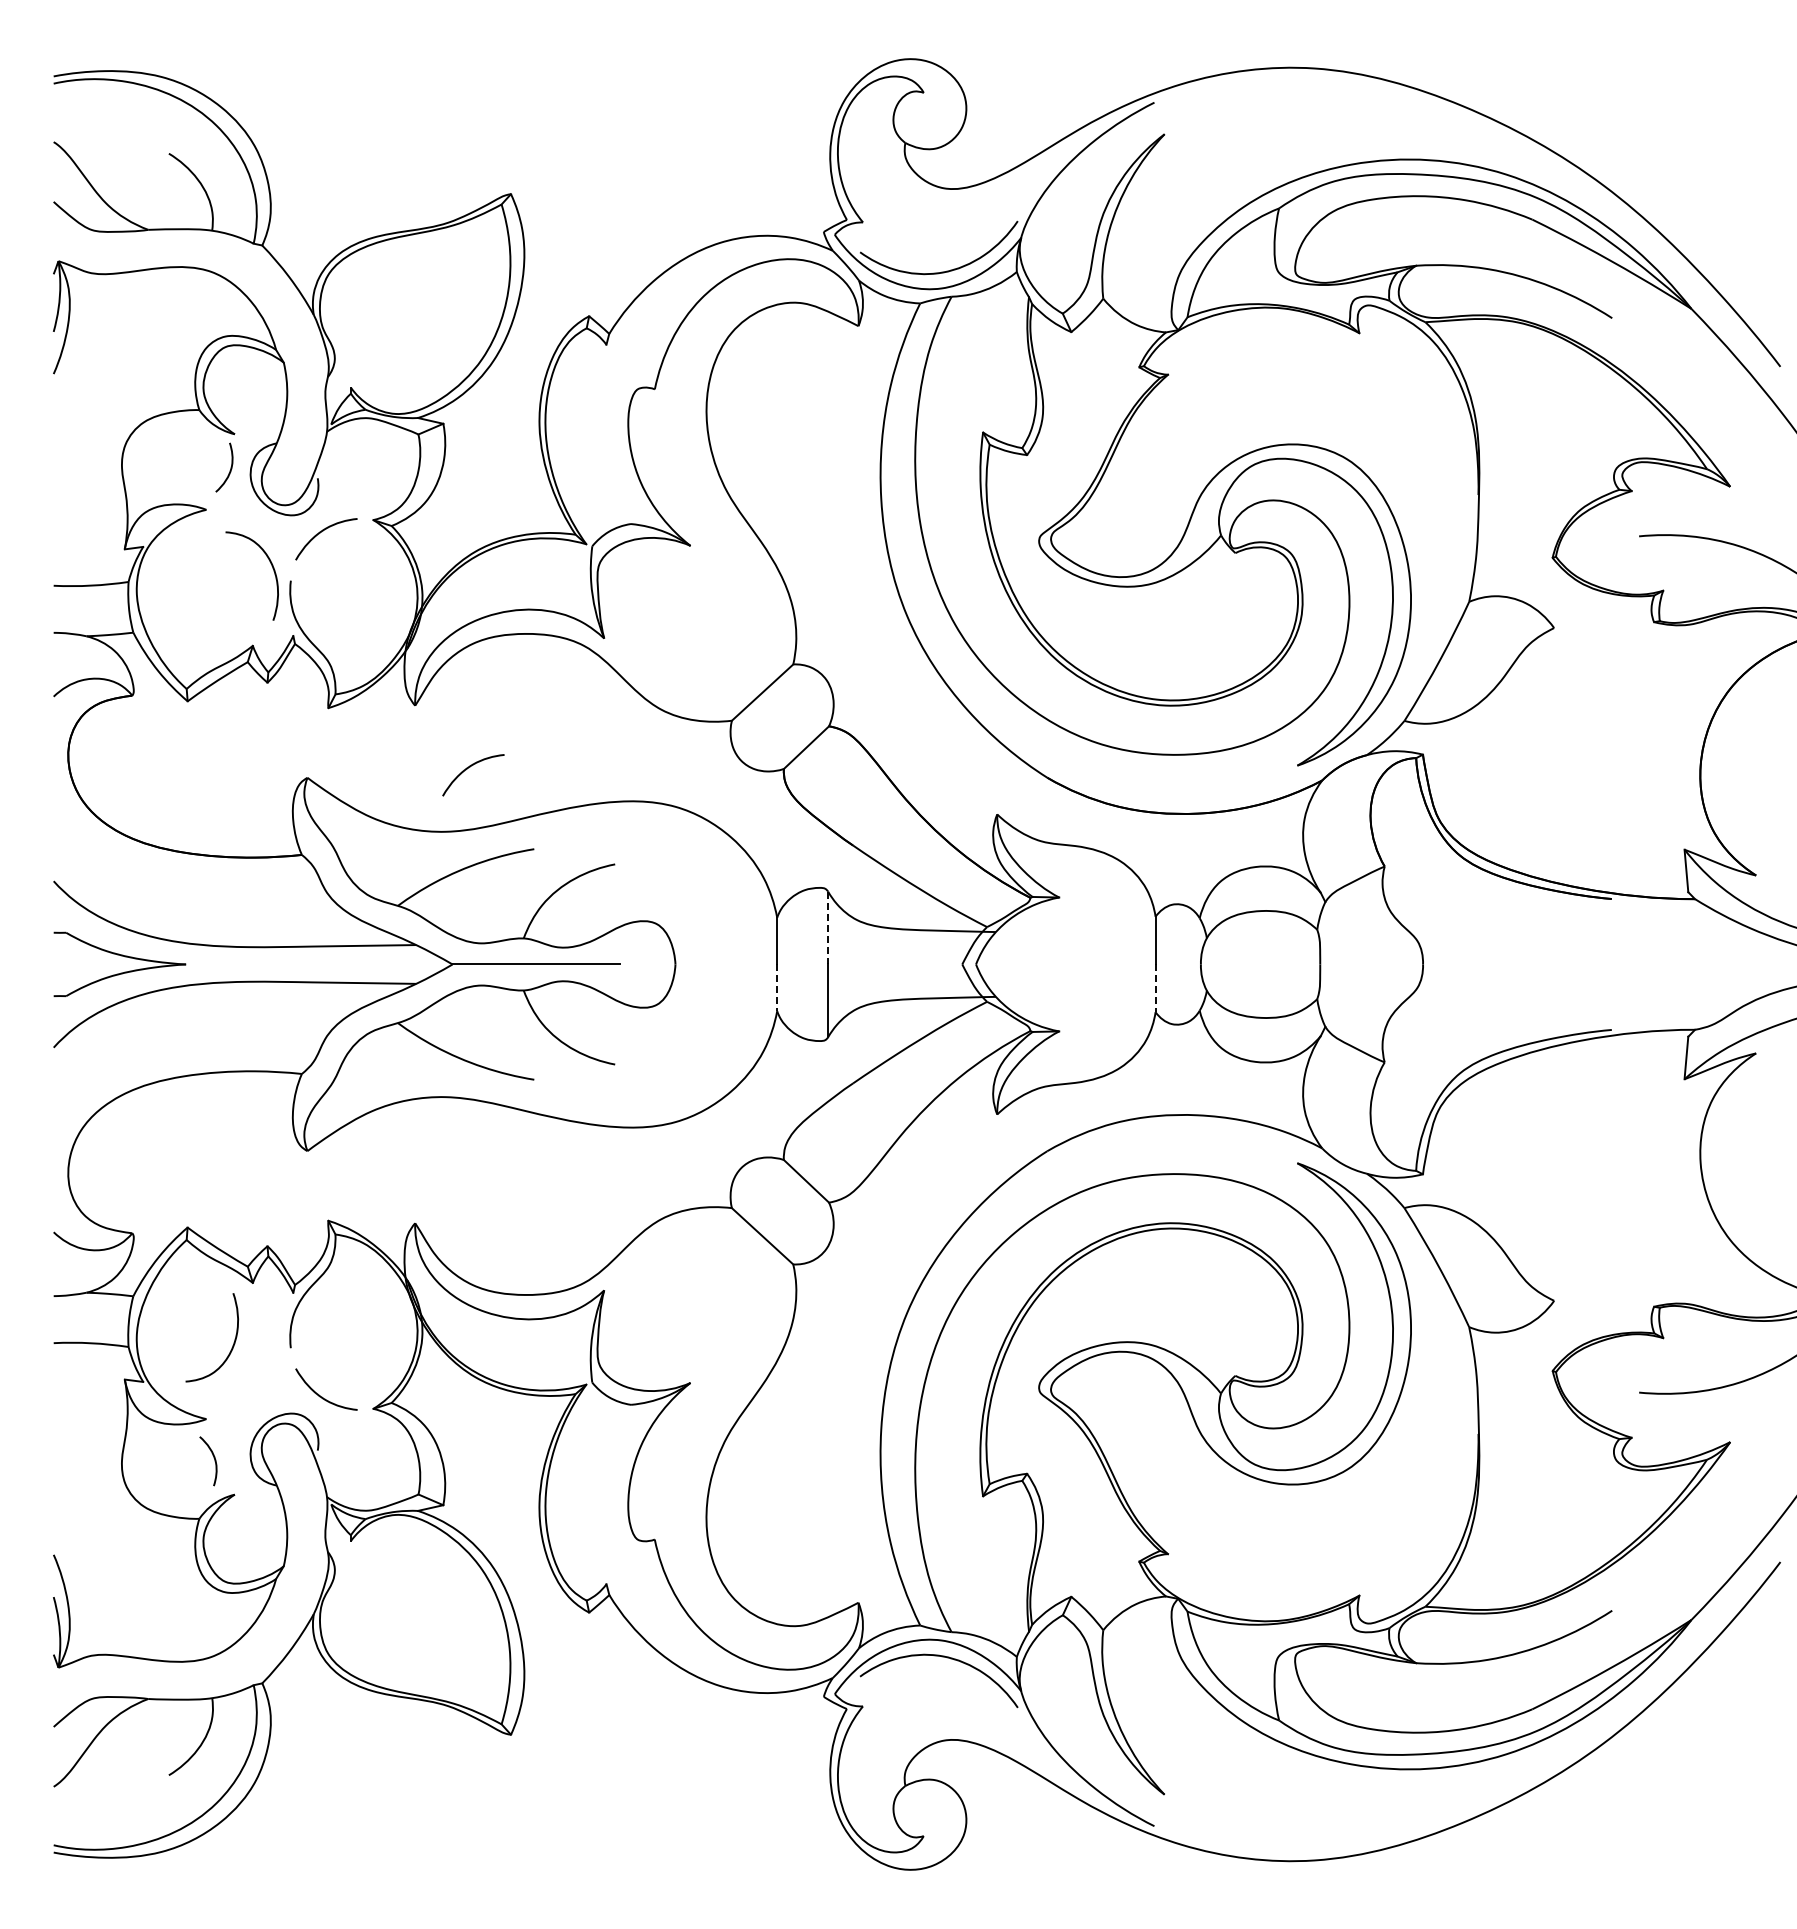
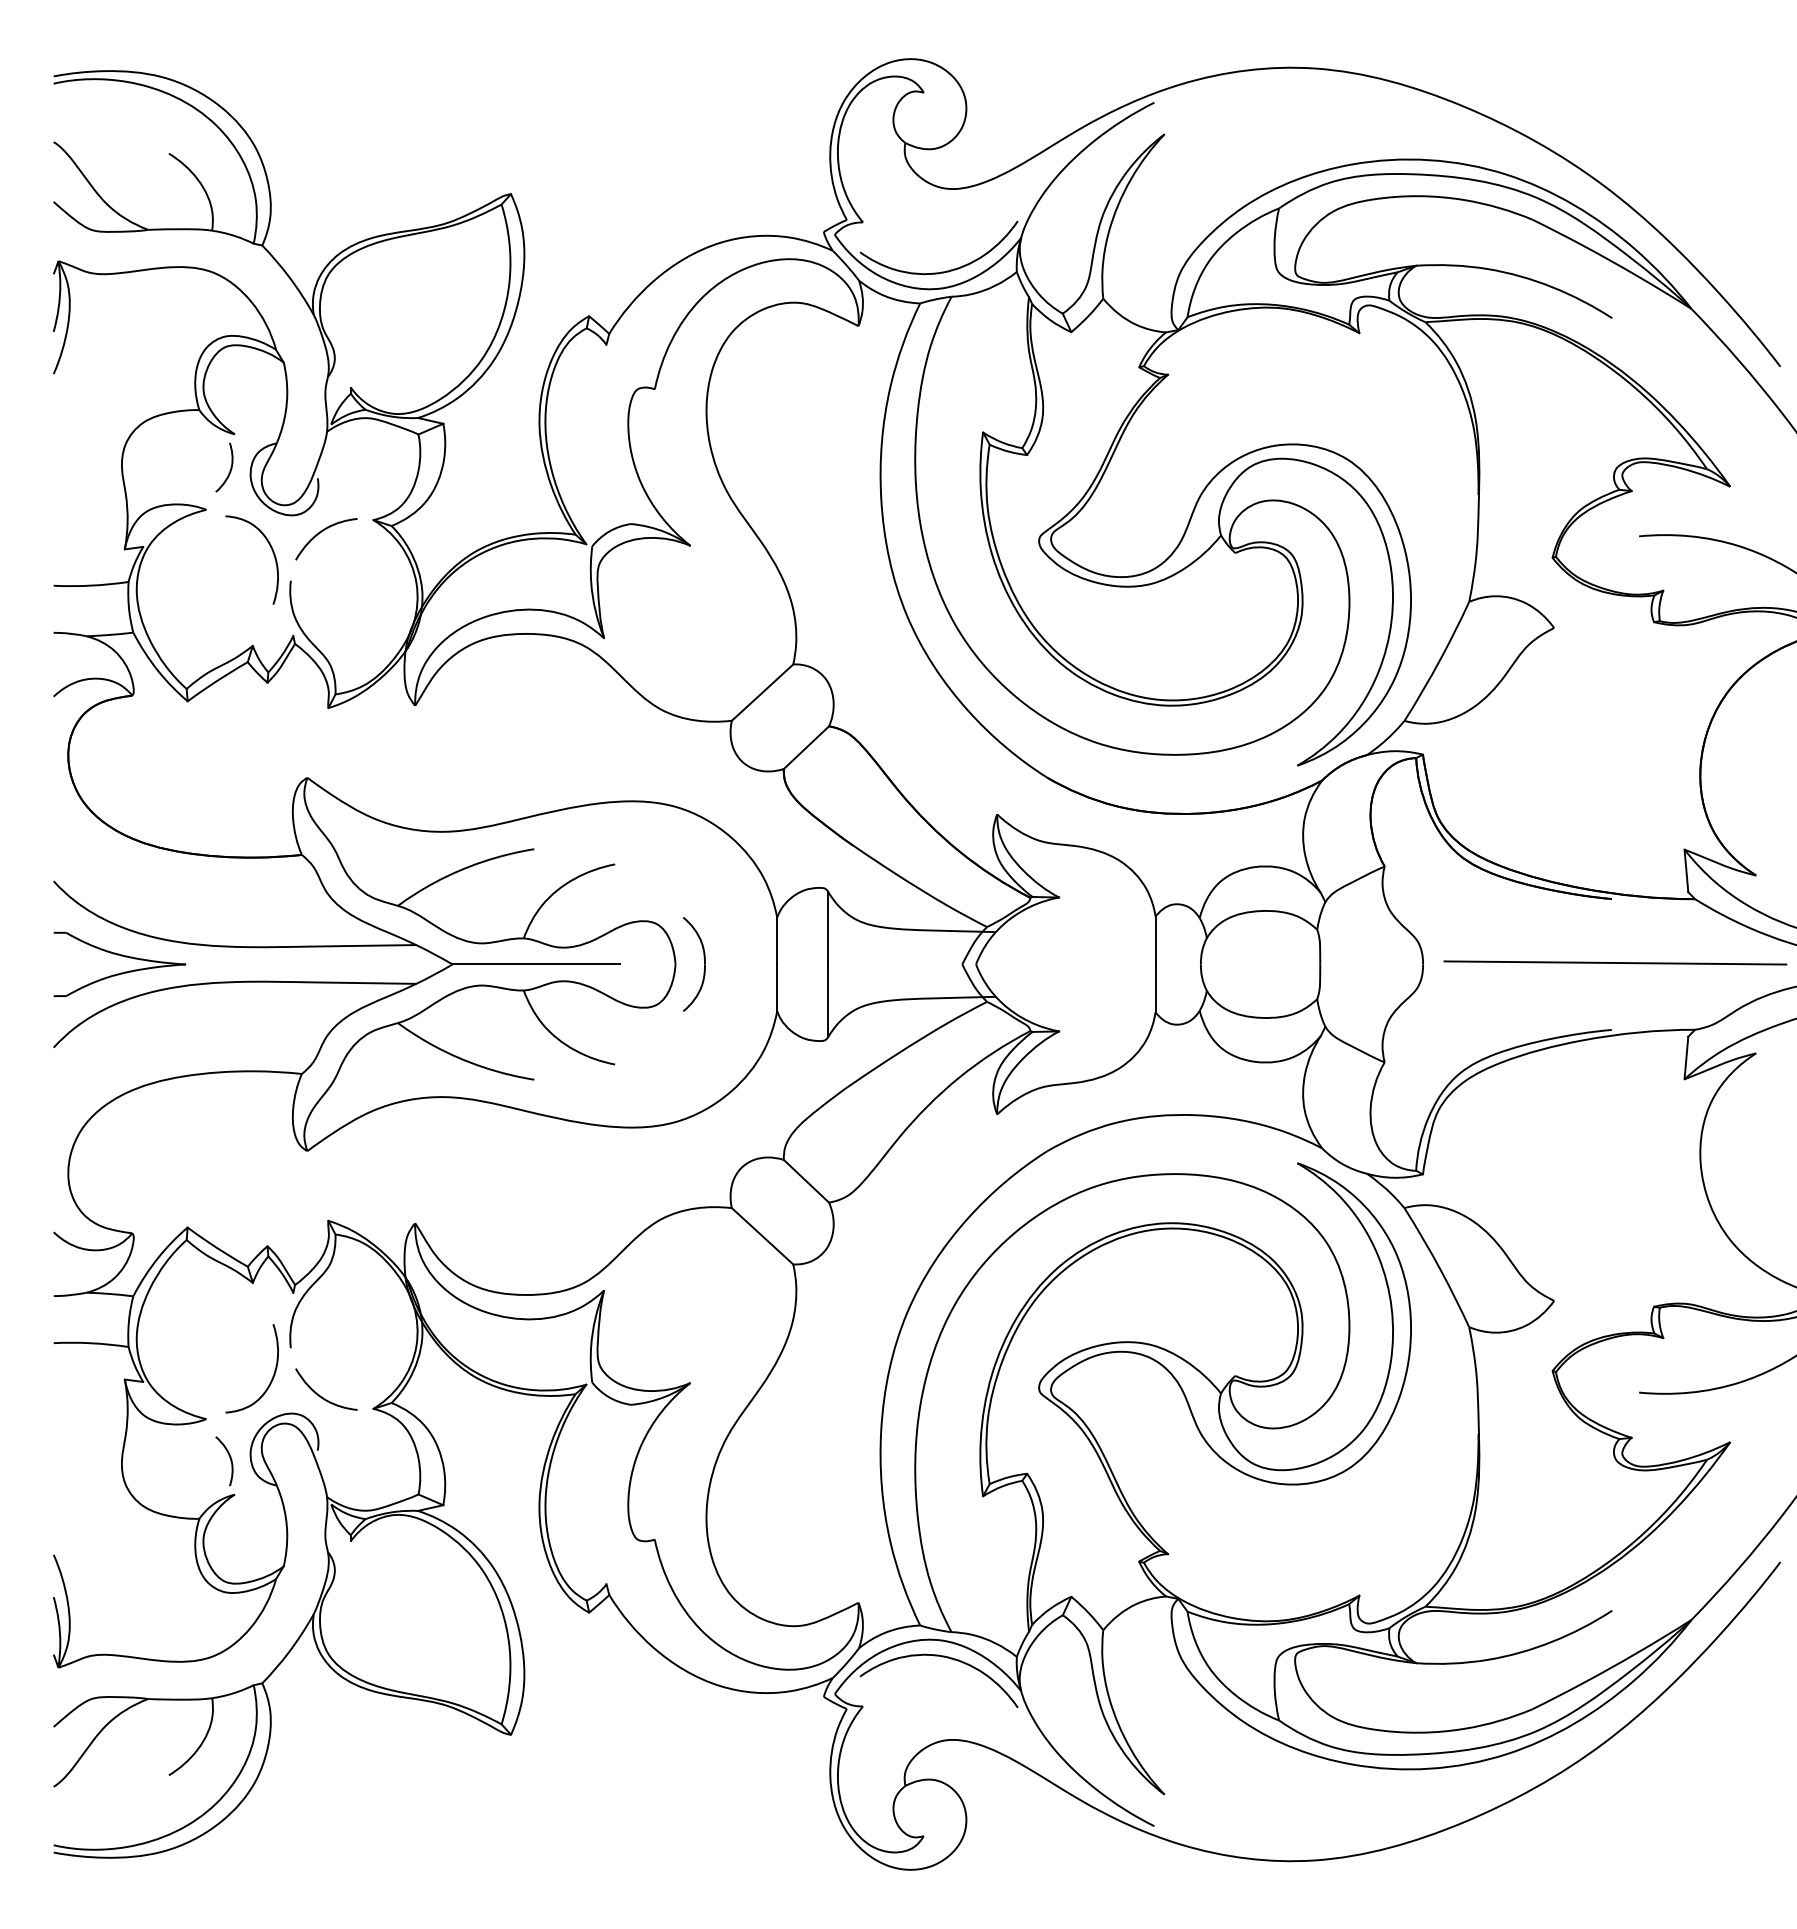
curve at (271, 566) position: (271, 566) -> (271, 550)
curve at (467, 769): present -> none
line at (828, 928): dashed -> solid
line at (1615, 962): none -> present
part at (704, 964): none -> present
line at (777, 988): dashed -> solid
line at (1155, 988): dashed -> solid
curve at (231, 1347) position: (231, 1347) -> (271, 1378)
curve at (213, 1458) position: (213, 1458) -> (229, 1458)
